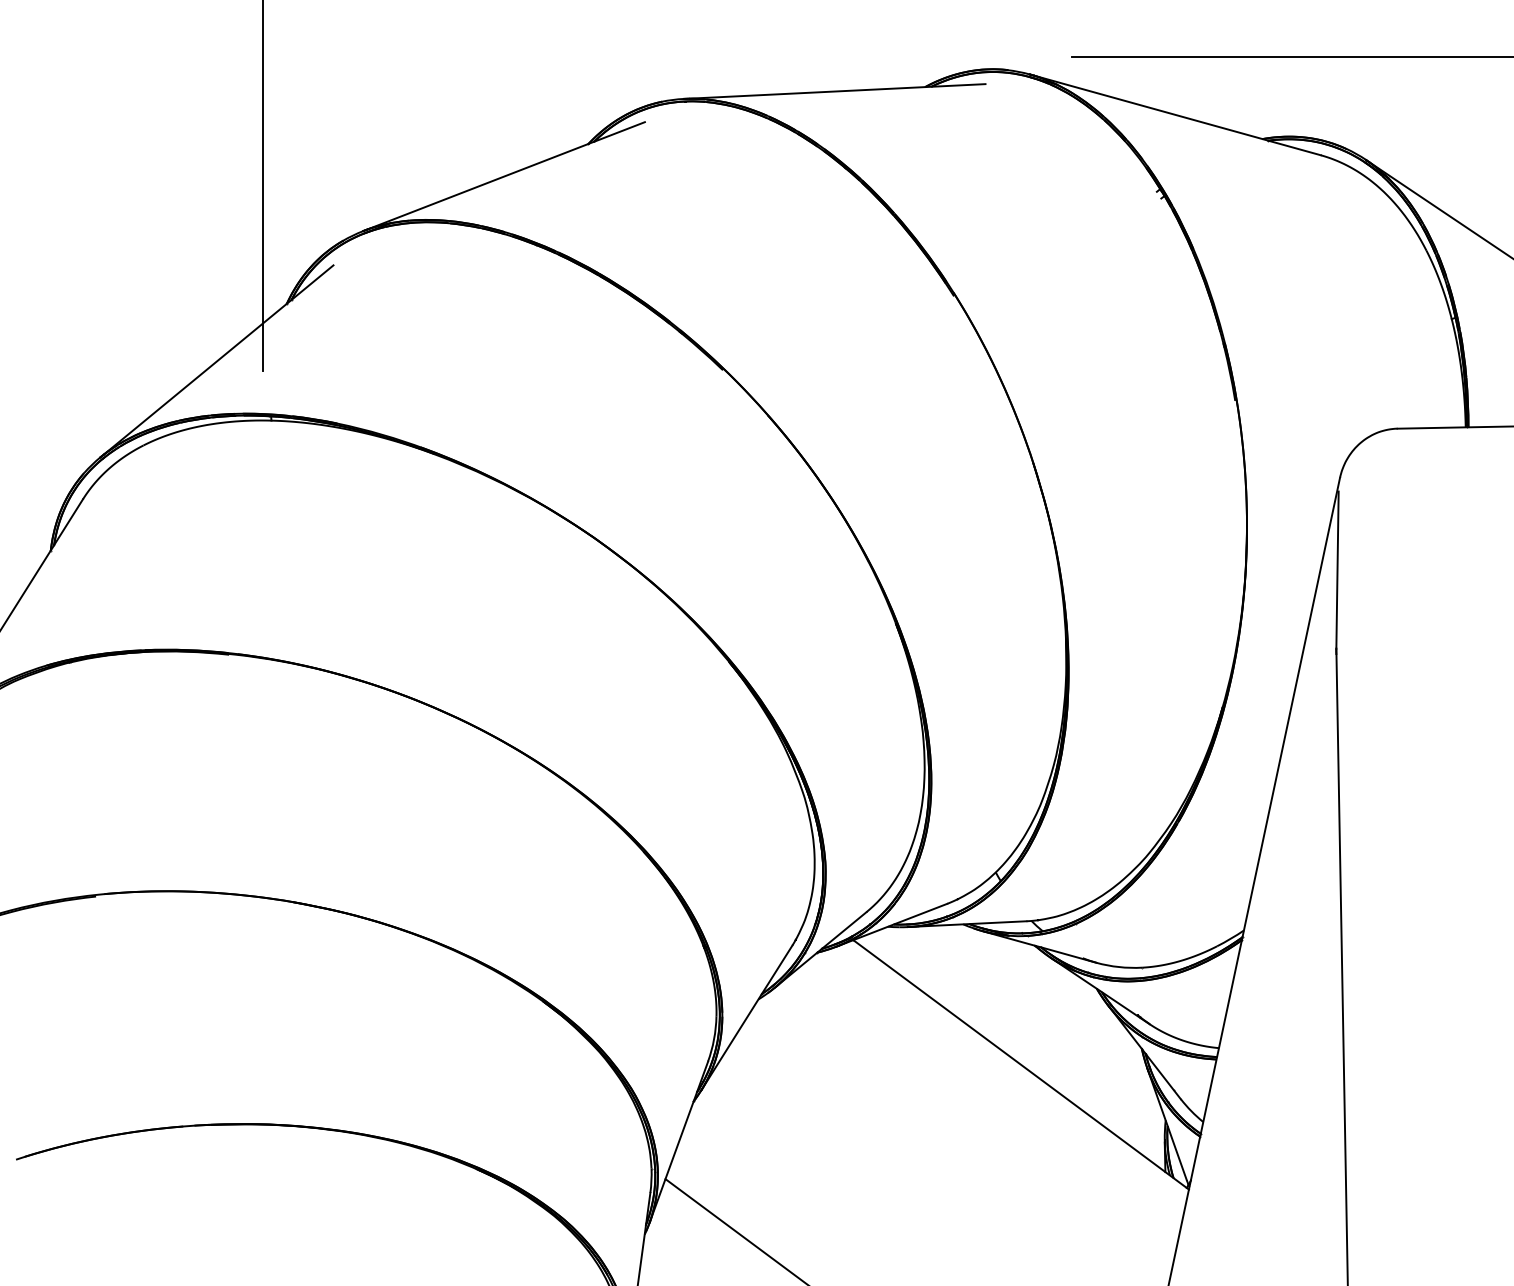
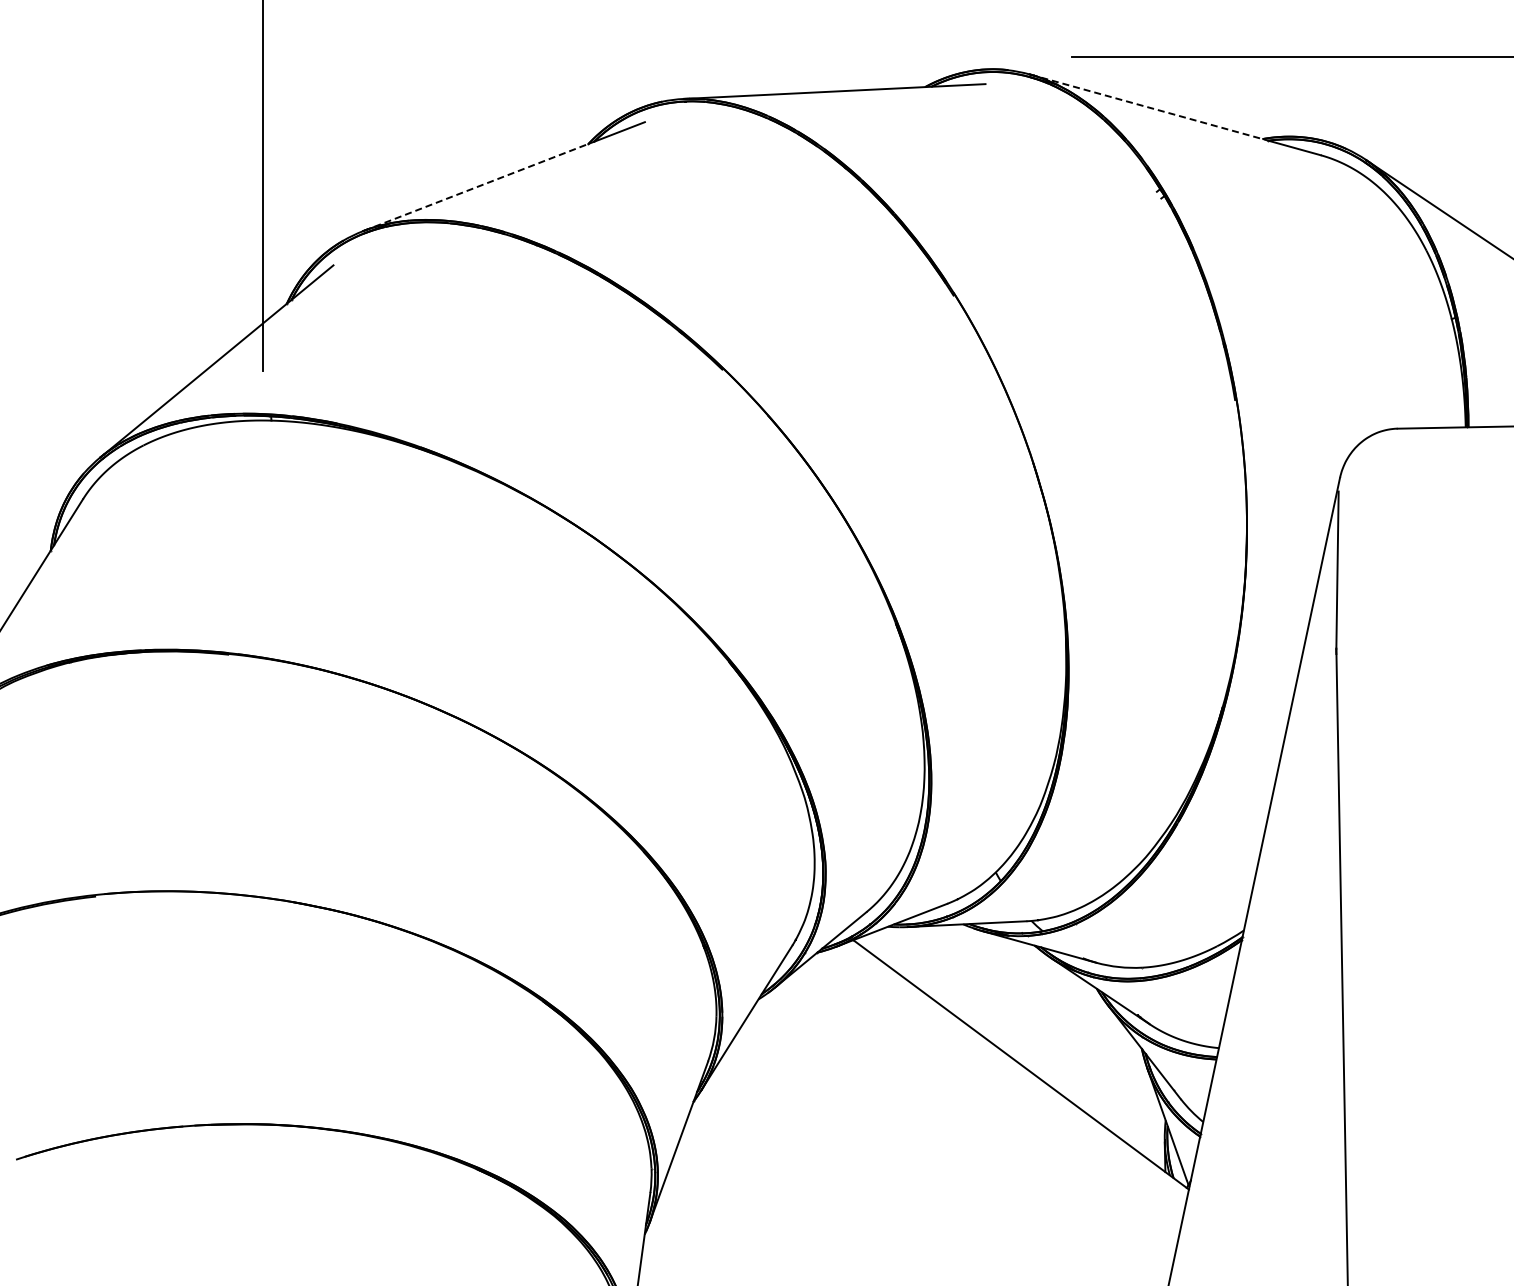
line at (1150, 107): solid -> dashed
line at (476, 187): solid -> dashed
line at (734, 1230): present -> none
